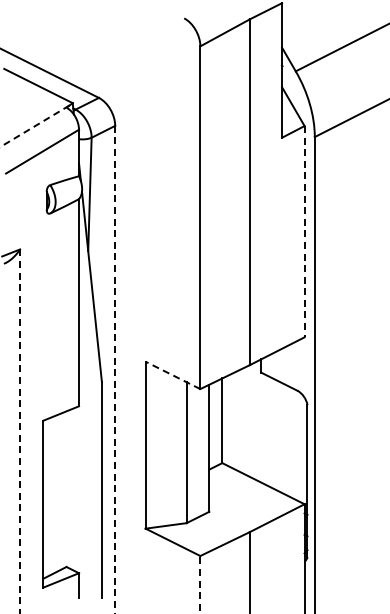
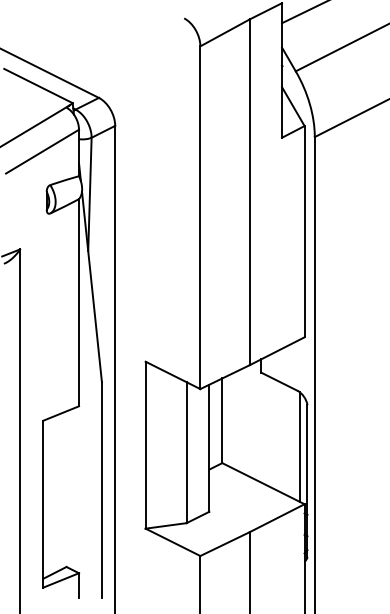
line at (303, 12): none -> present
line at (34, 126): dashed -> solid
line at (304, 231): dashed -> solid
line at (115, 369): dashed -> solid
line at (173, 375): dashed -> solid
line at (20, 431): dashed -> solid
line at (299, 446): none -> present
line at (200, 584): dashed -> solid
